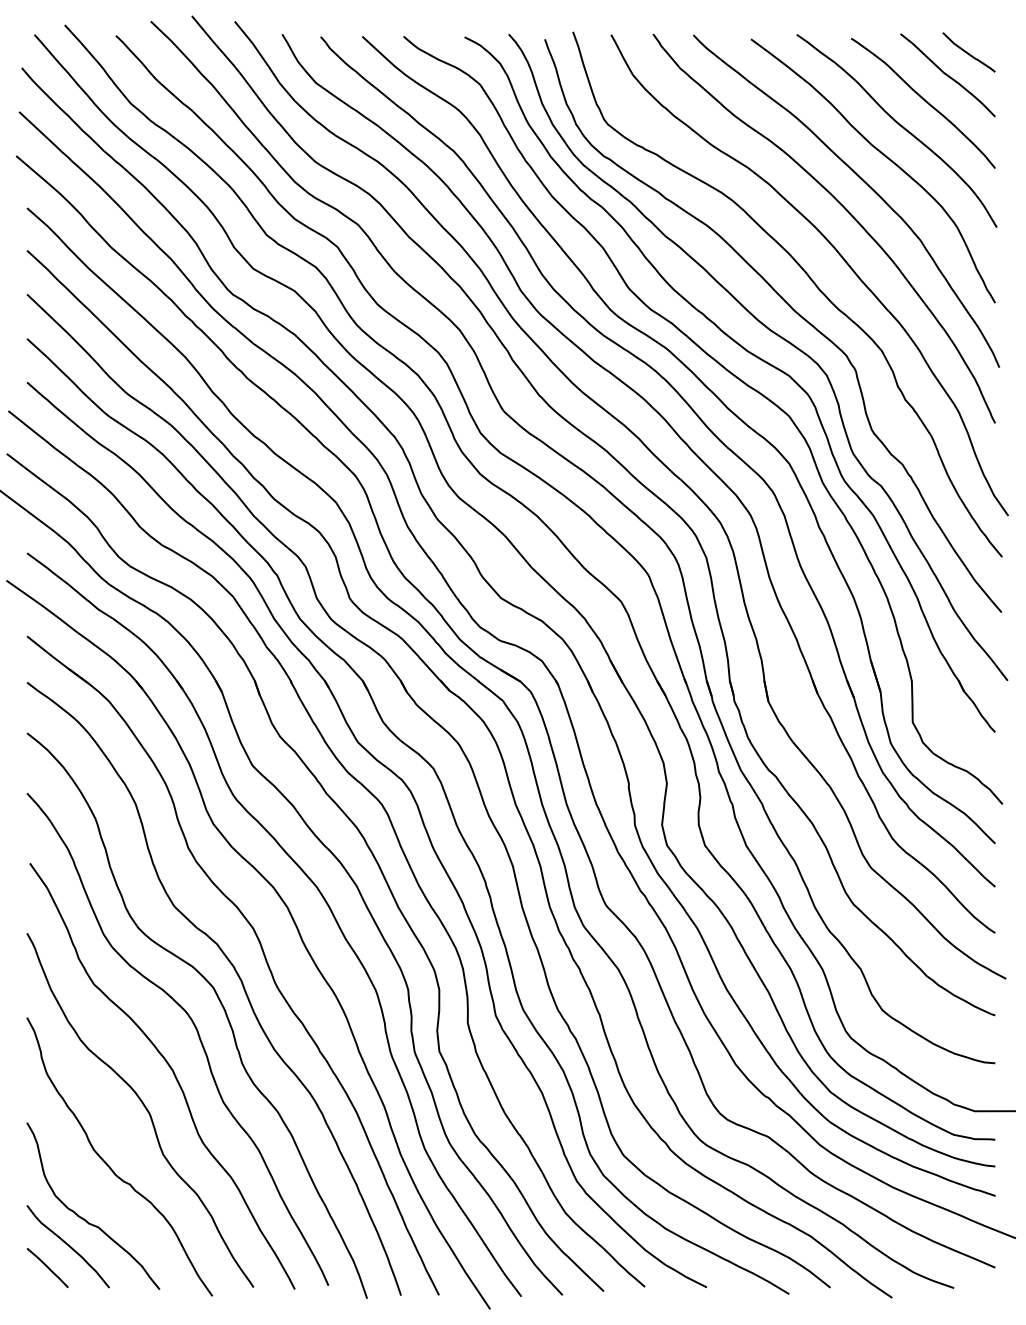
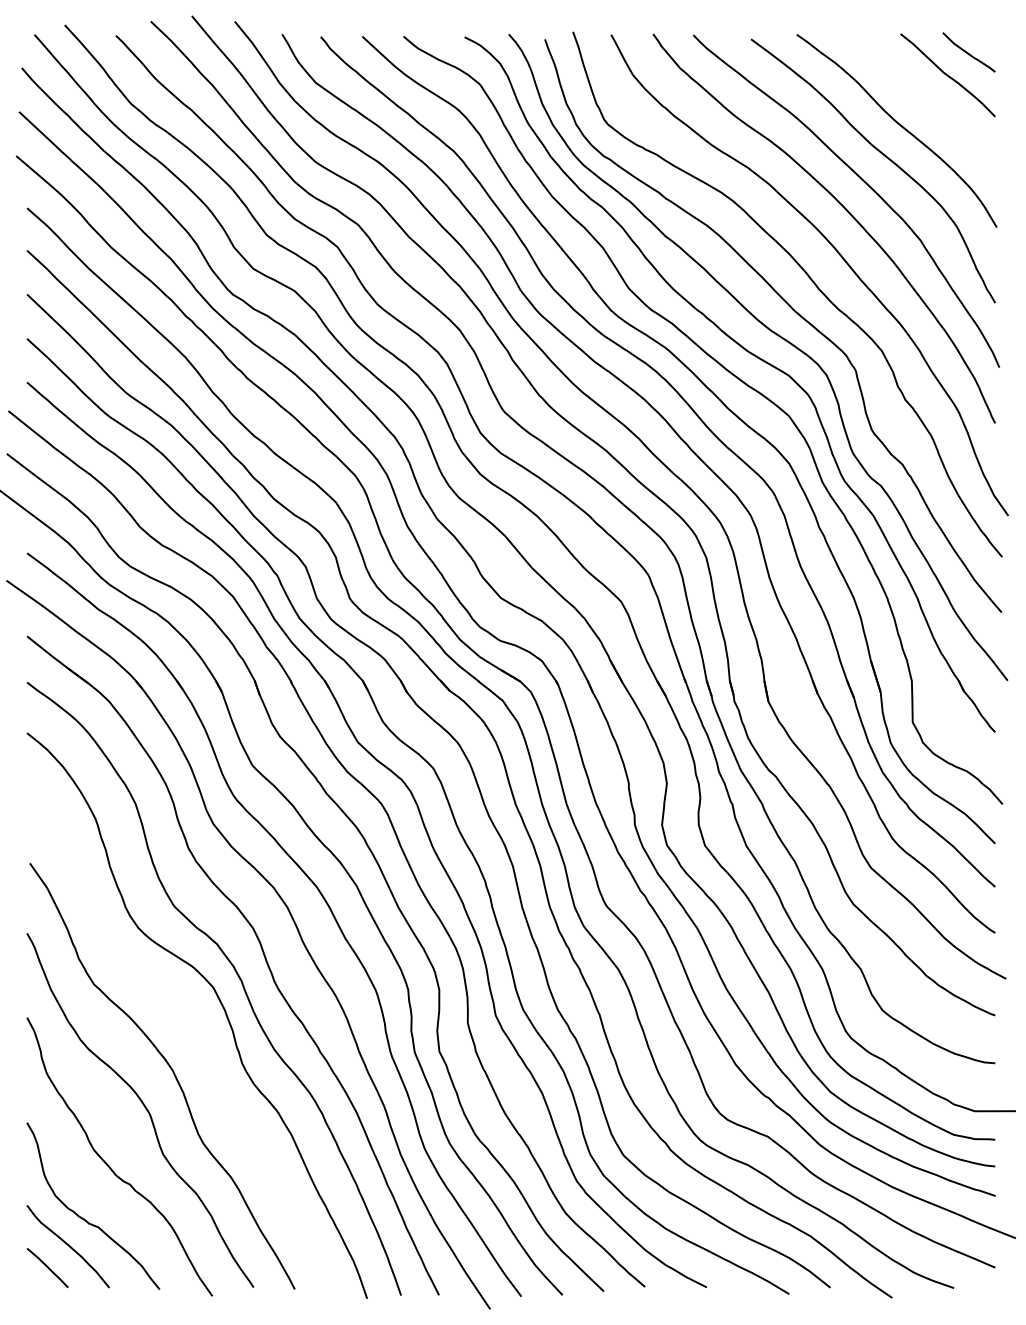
curve at (924, 101): present -> none
curve at (195, 1029): present -> none
